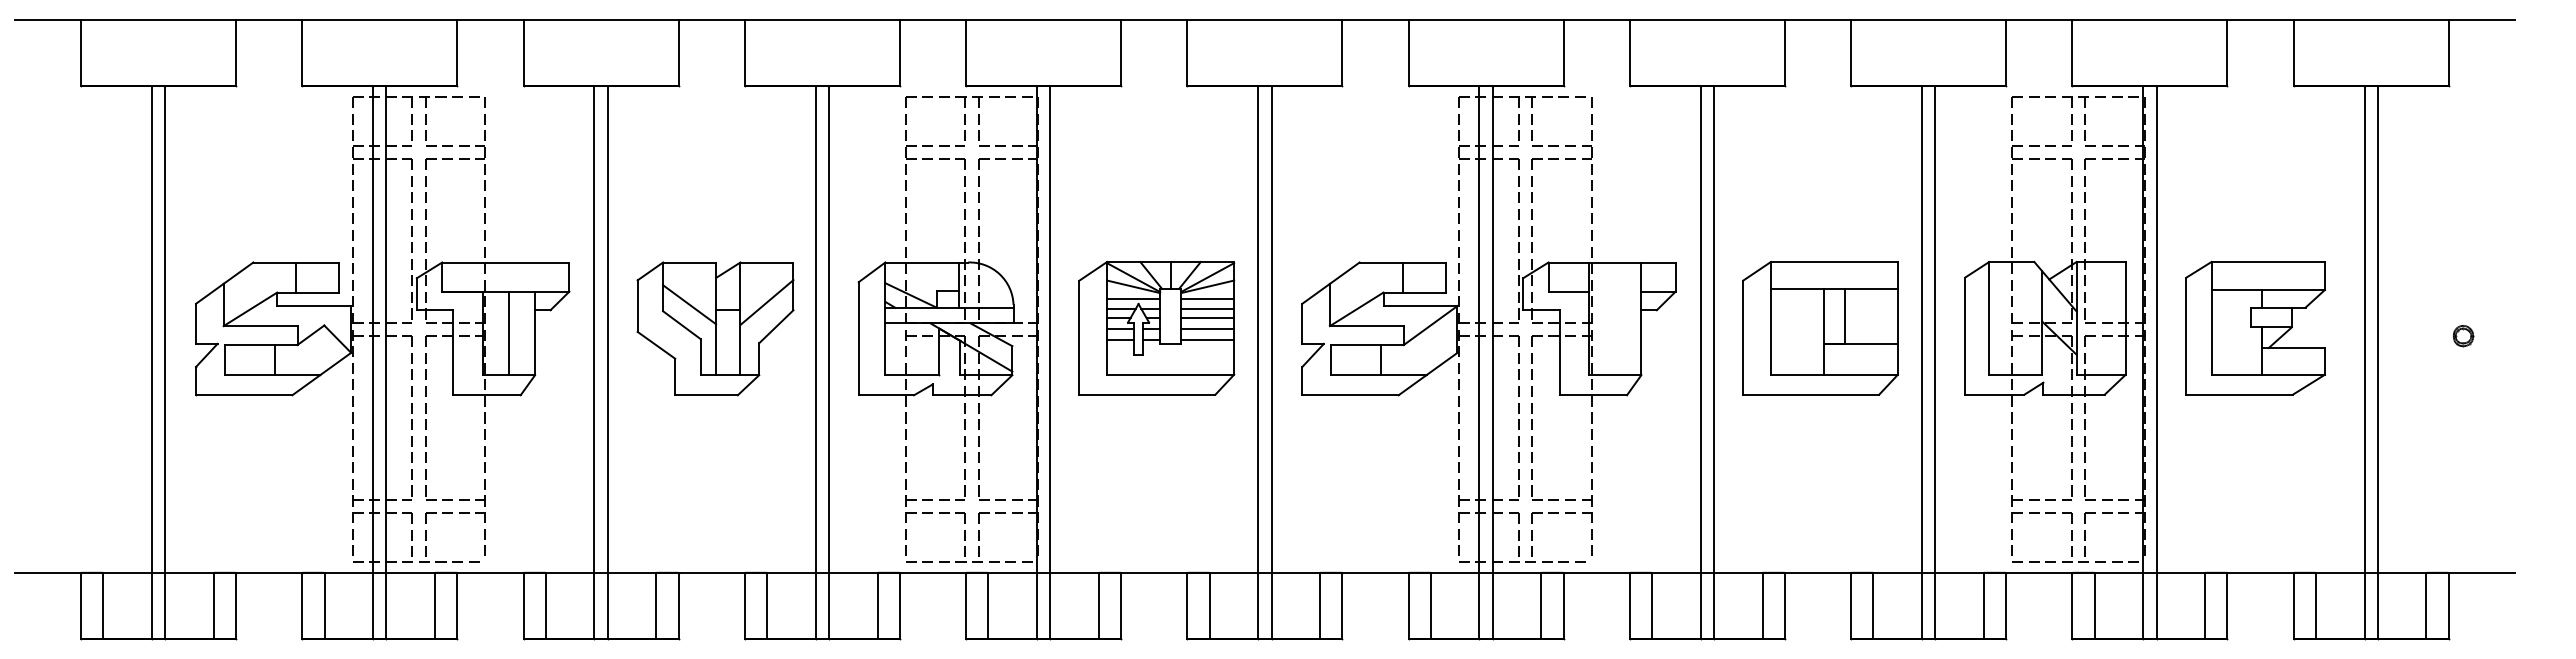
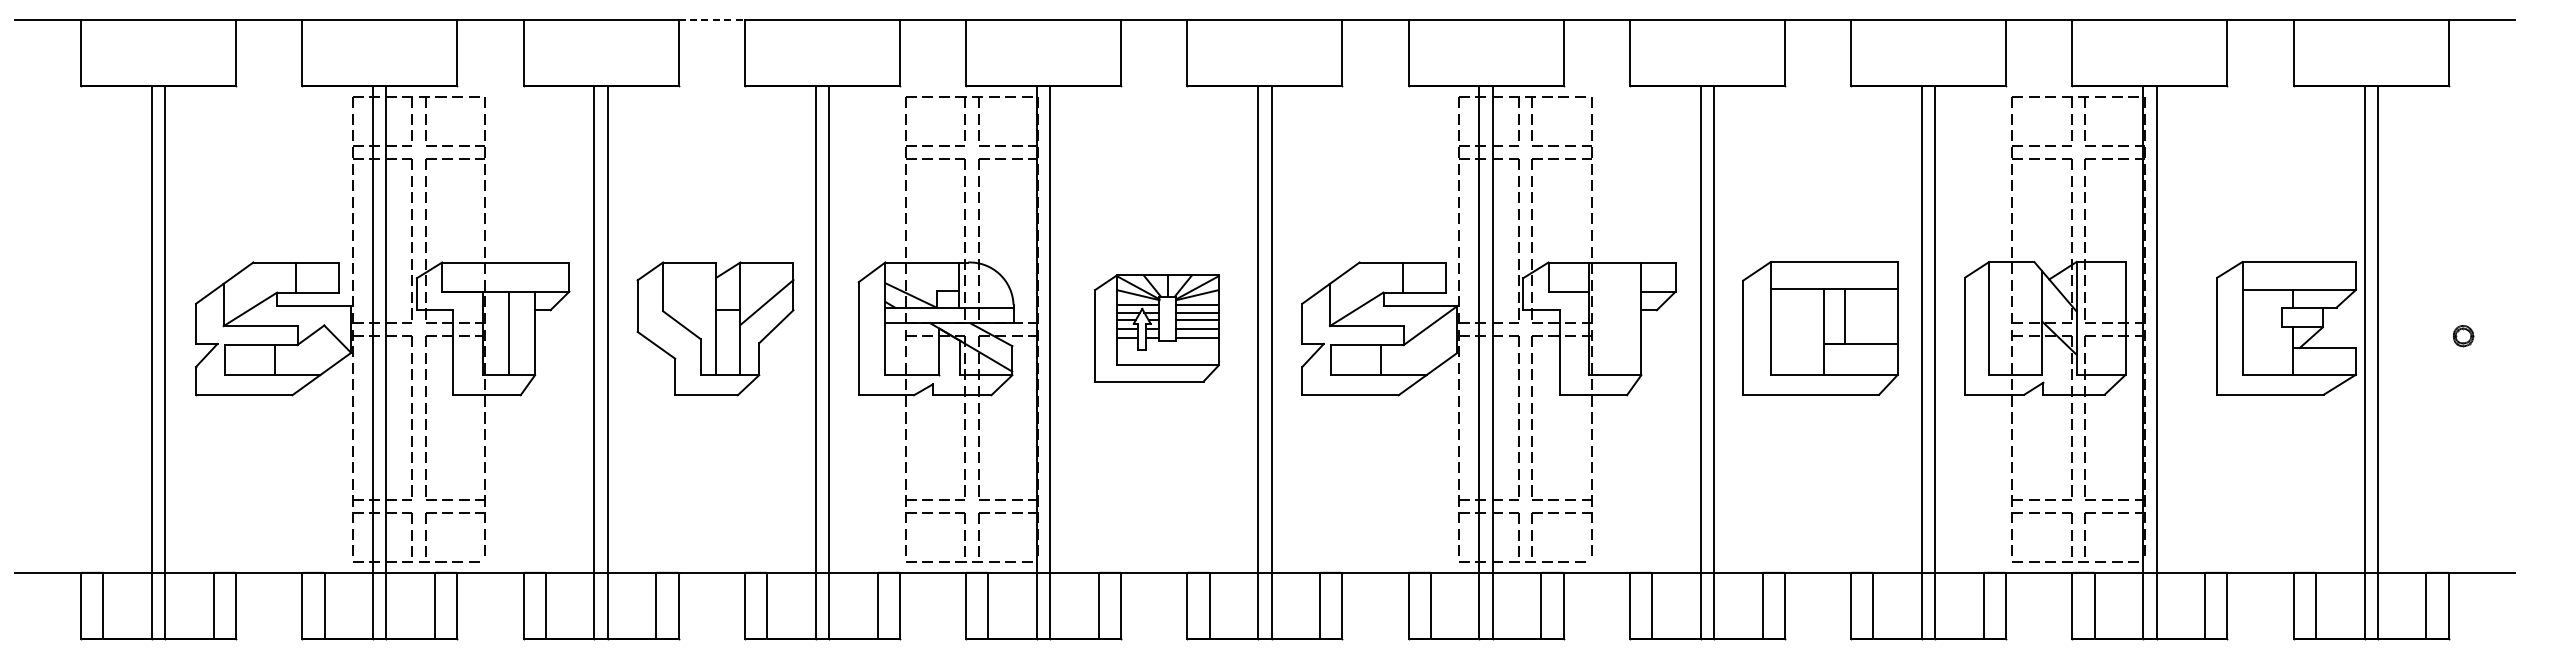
line at (712, 19): solid -> dashed
line at (689, 304): present -> none
part at (1156, 328) size: 158x135 px -> 126x109 px
part at (2255, 328) position: (2255, 328) -> (2286, 328)
